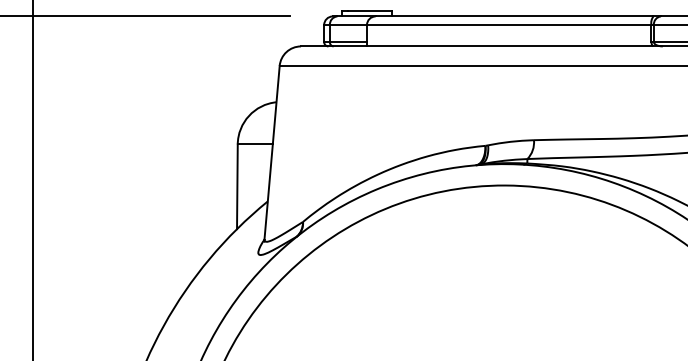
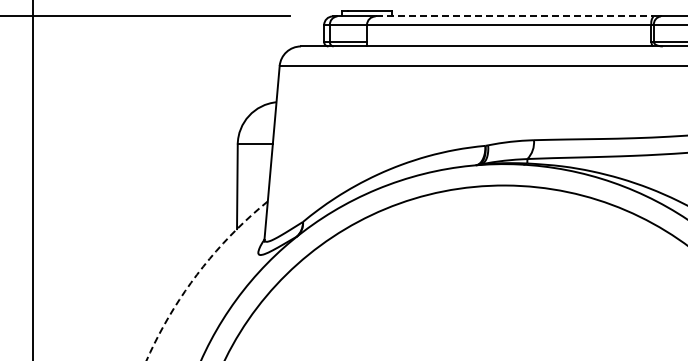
line at (514, 16): solid -> dashed
arc at (197, 274): solid -> dashed
